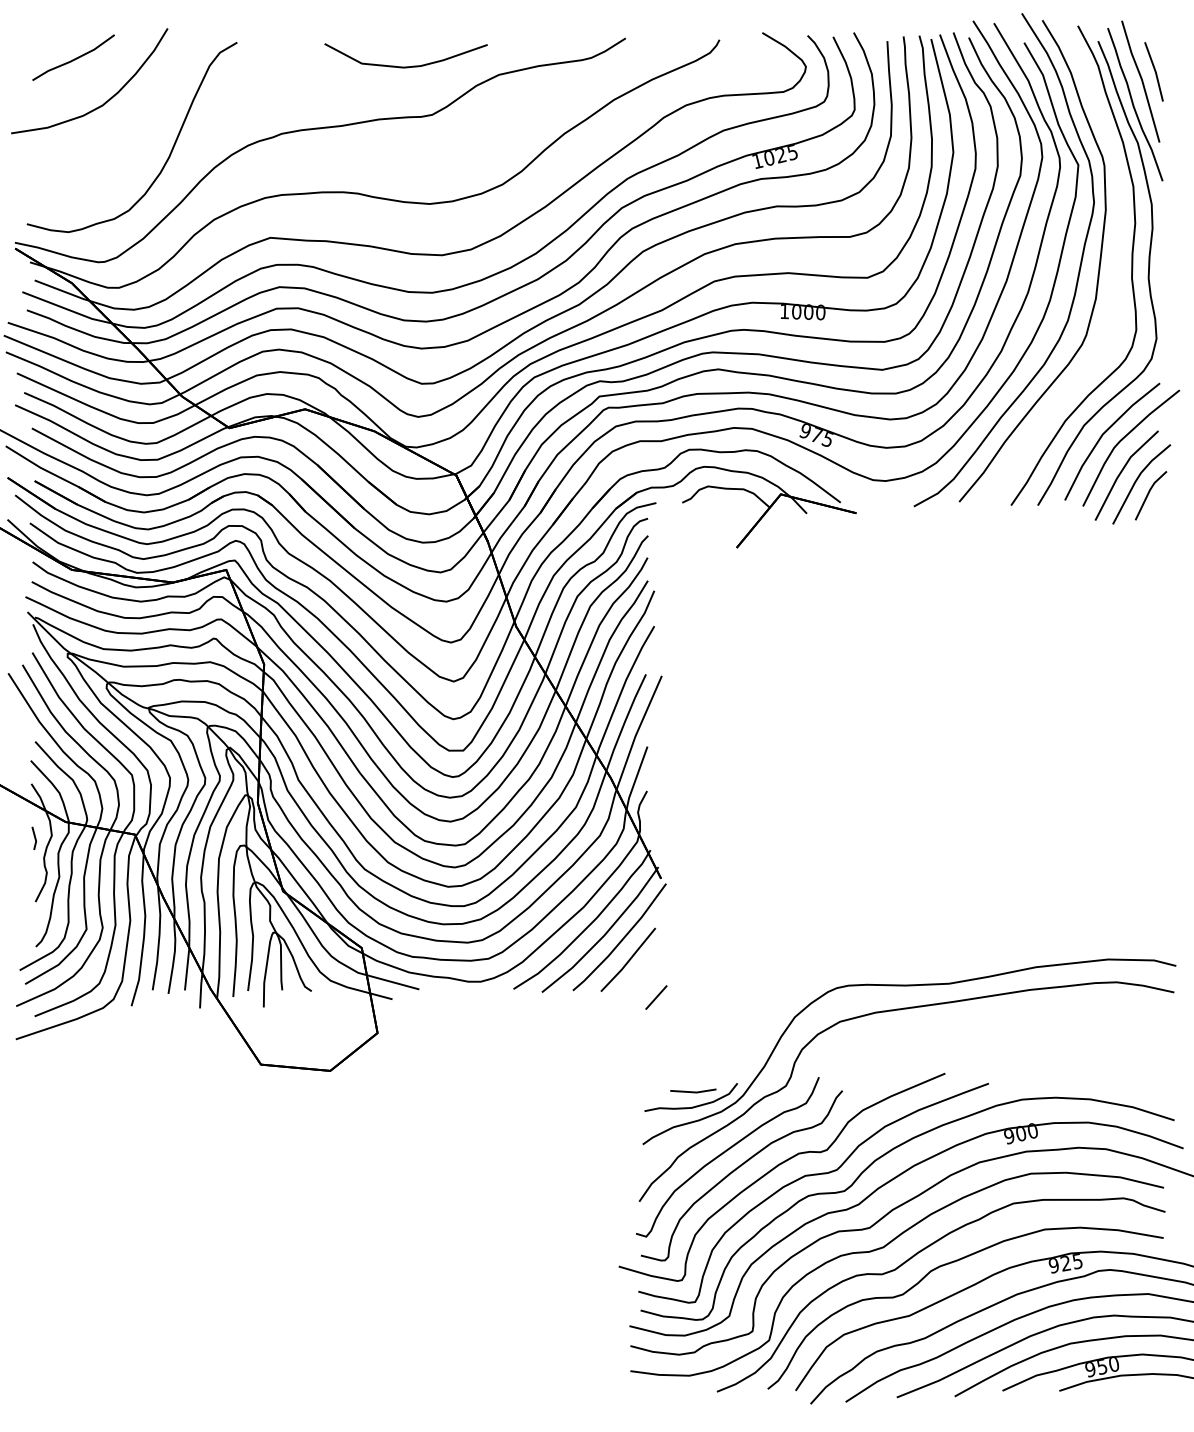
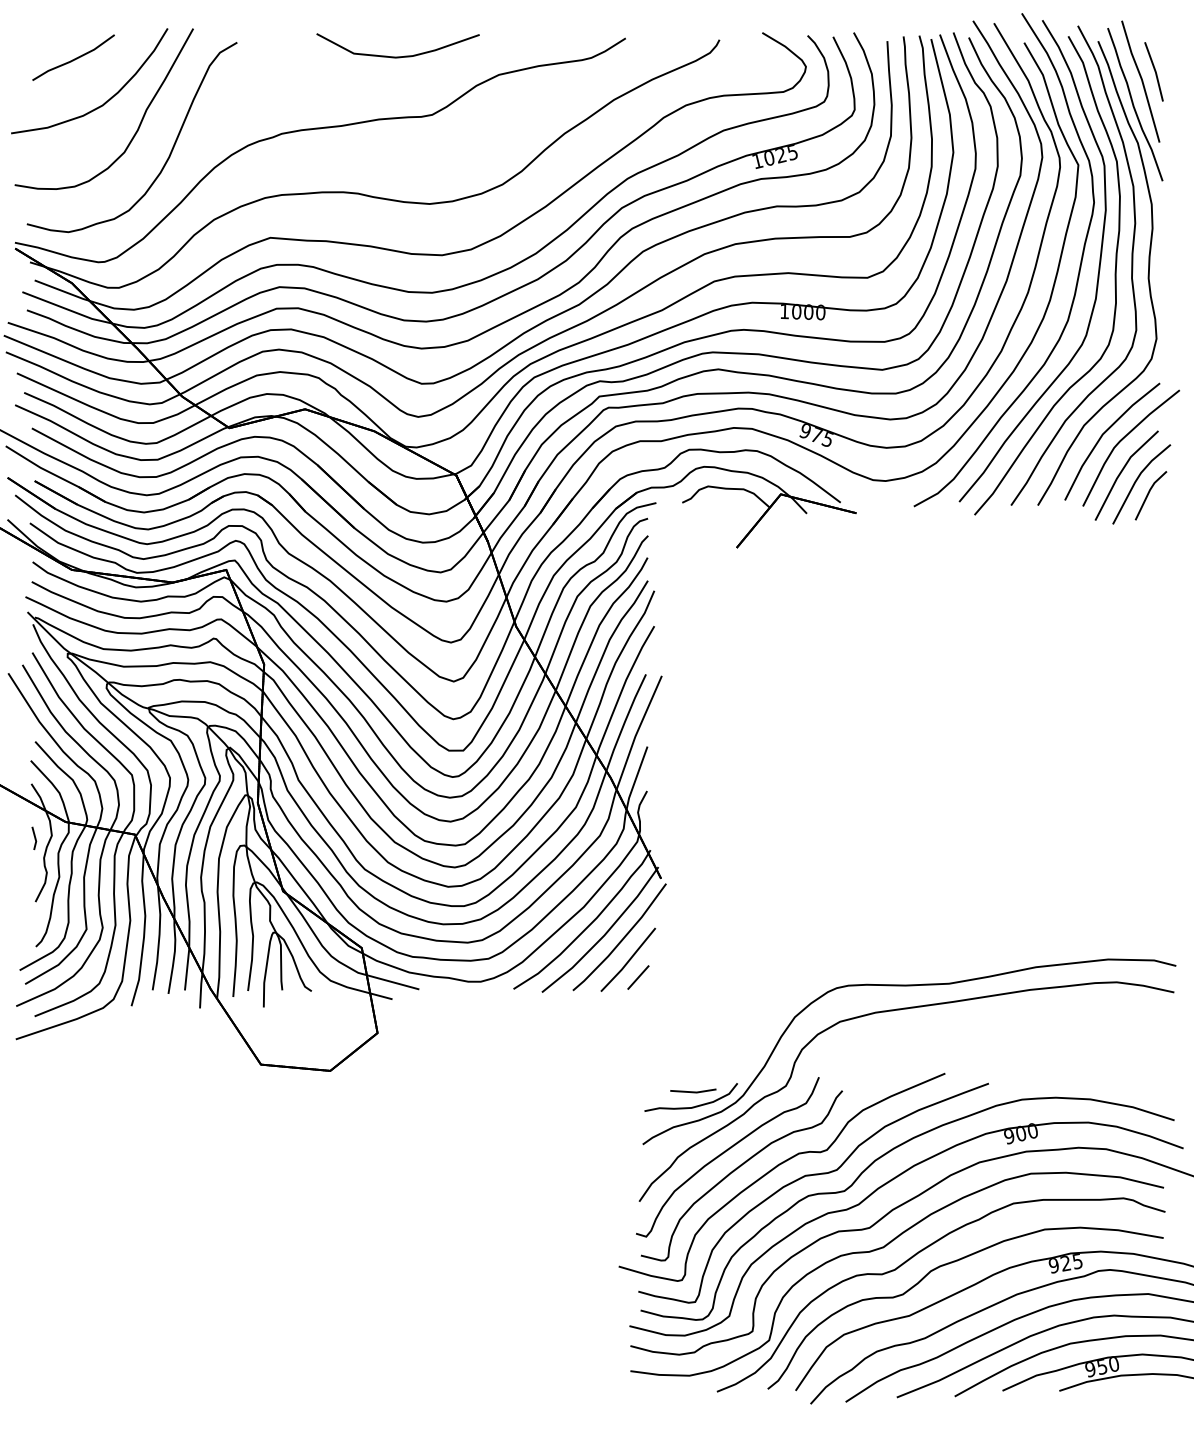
curve at (405, 66) position: (405, 66) -> (397, 56)
curve at (138, 125): none -> present
curve at (1114, 275): none -> present
line at (656, 997) position: (656, 997) -> (638, 977)
